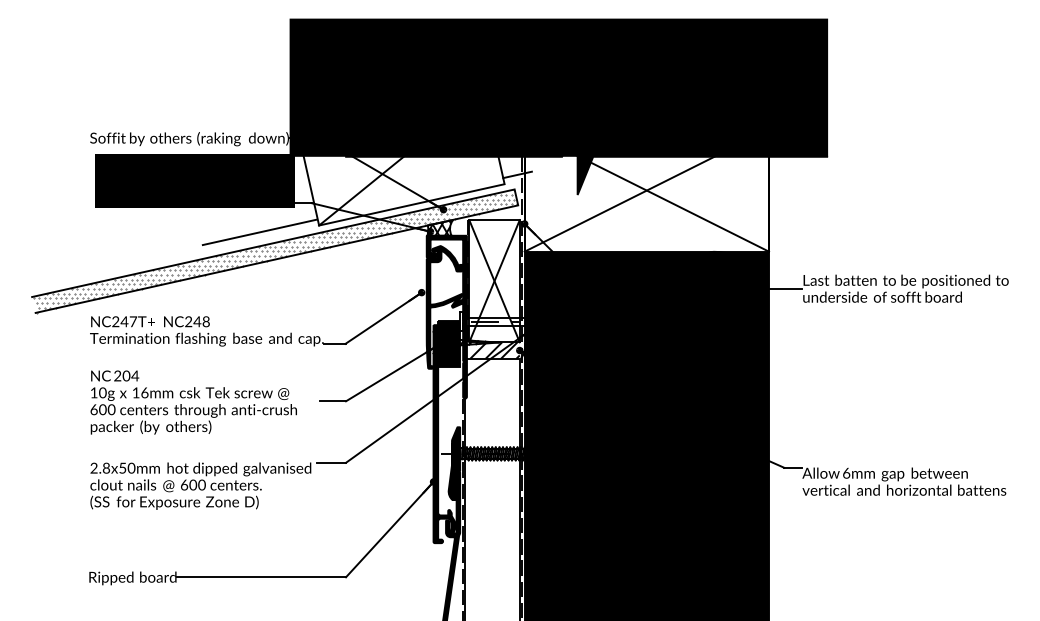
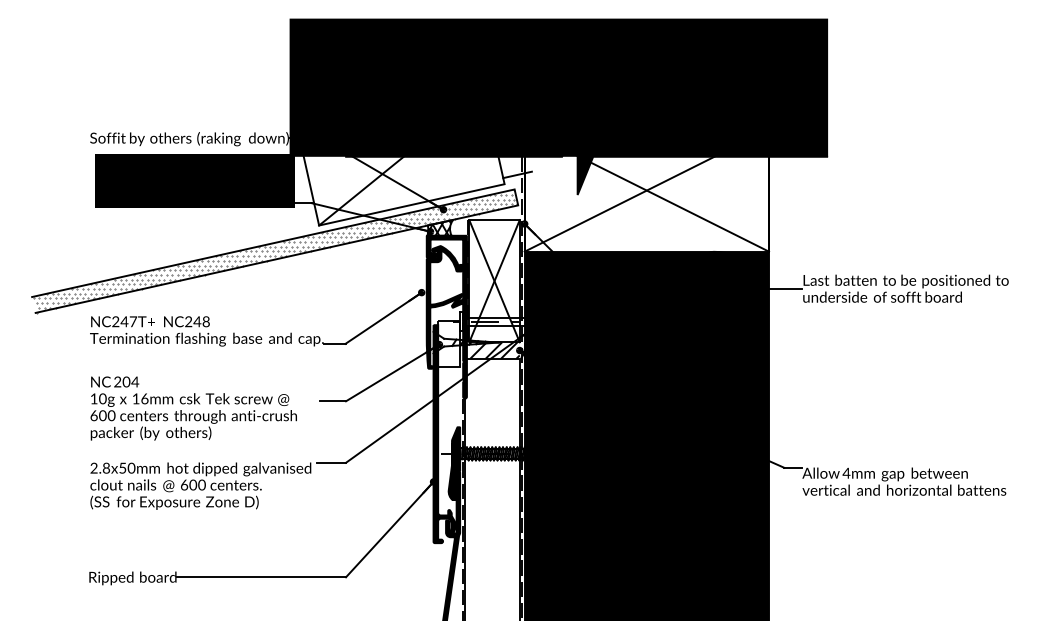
line at (259, 232): present -> none
fill at (448, 343): present -> none
text at (193, 402) position: (193, 402) -> (193, 408)
text at (846, 473): 6mm -> 4mm
